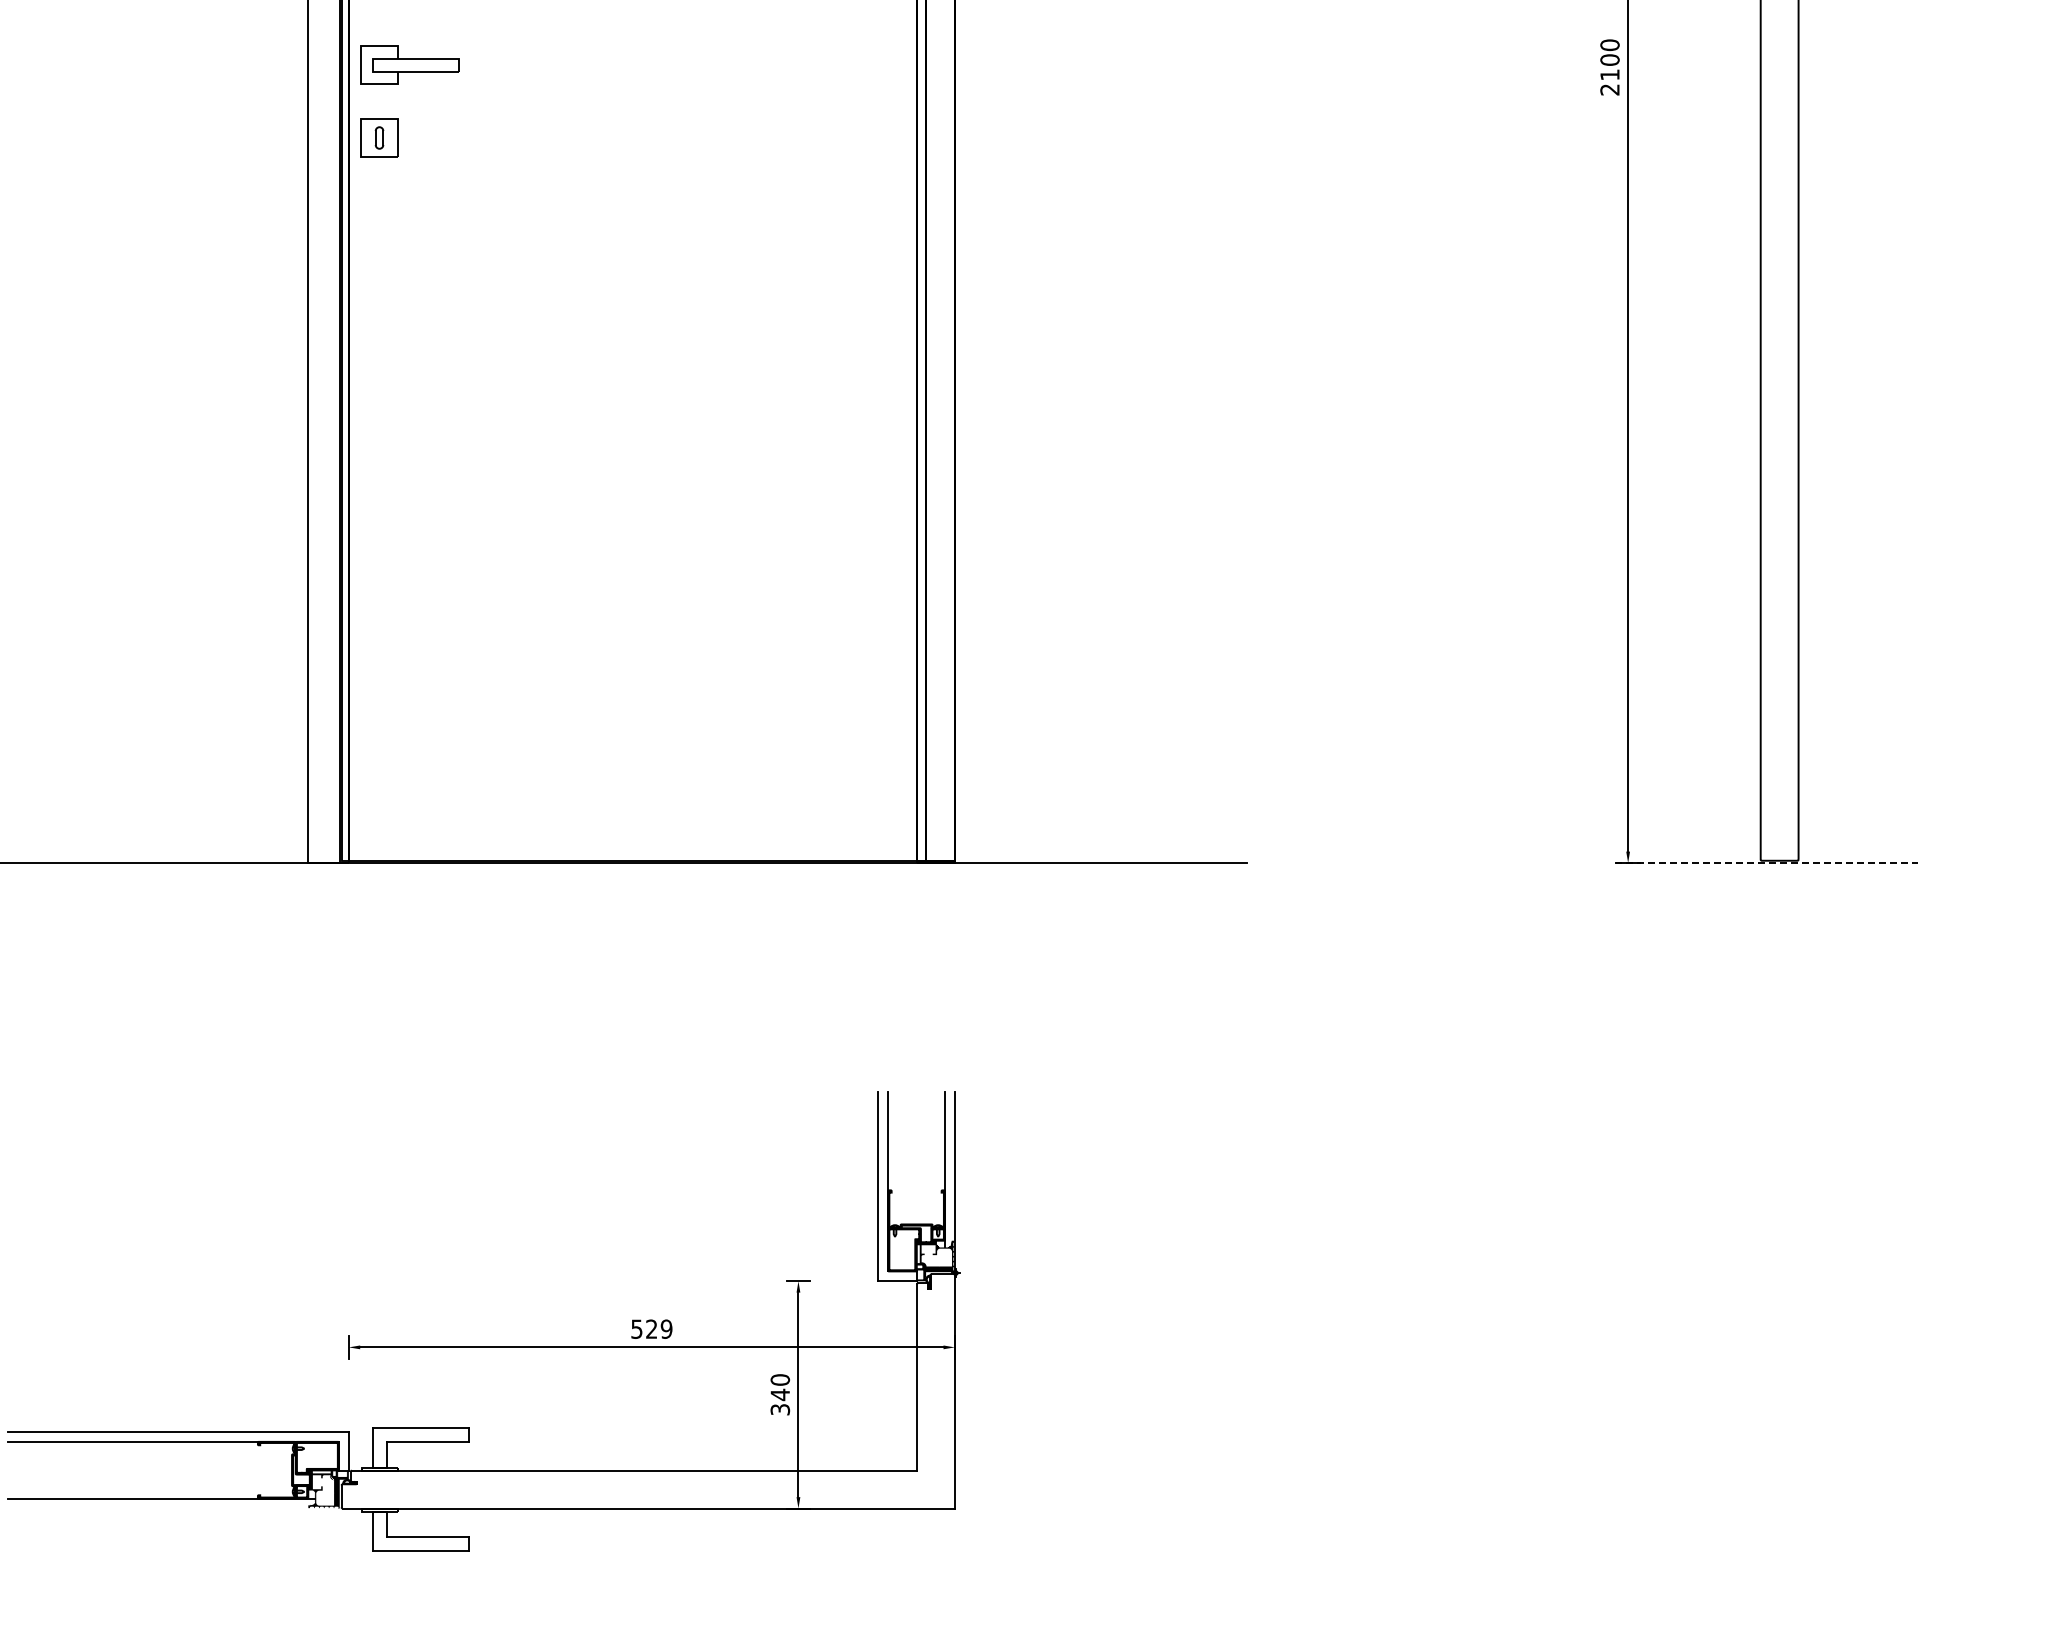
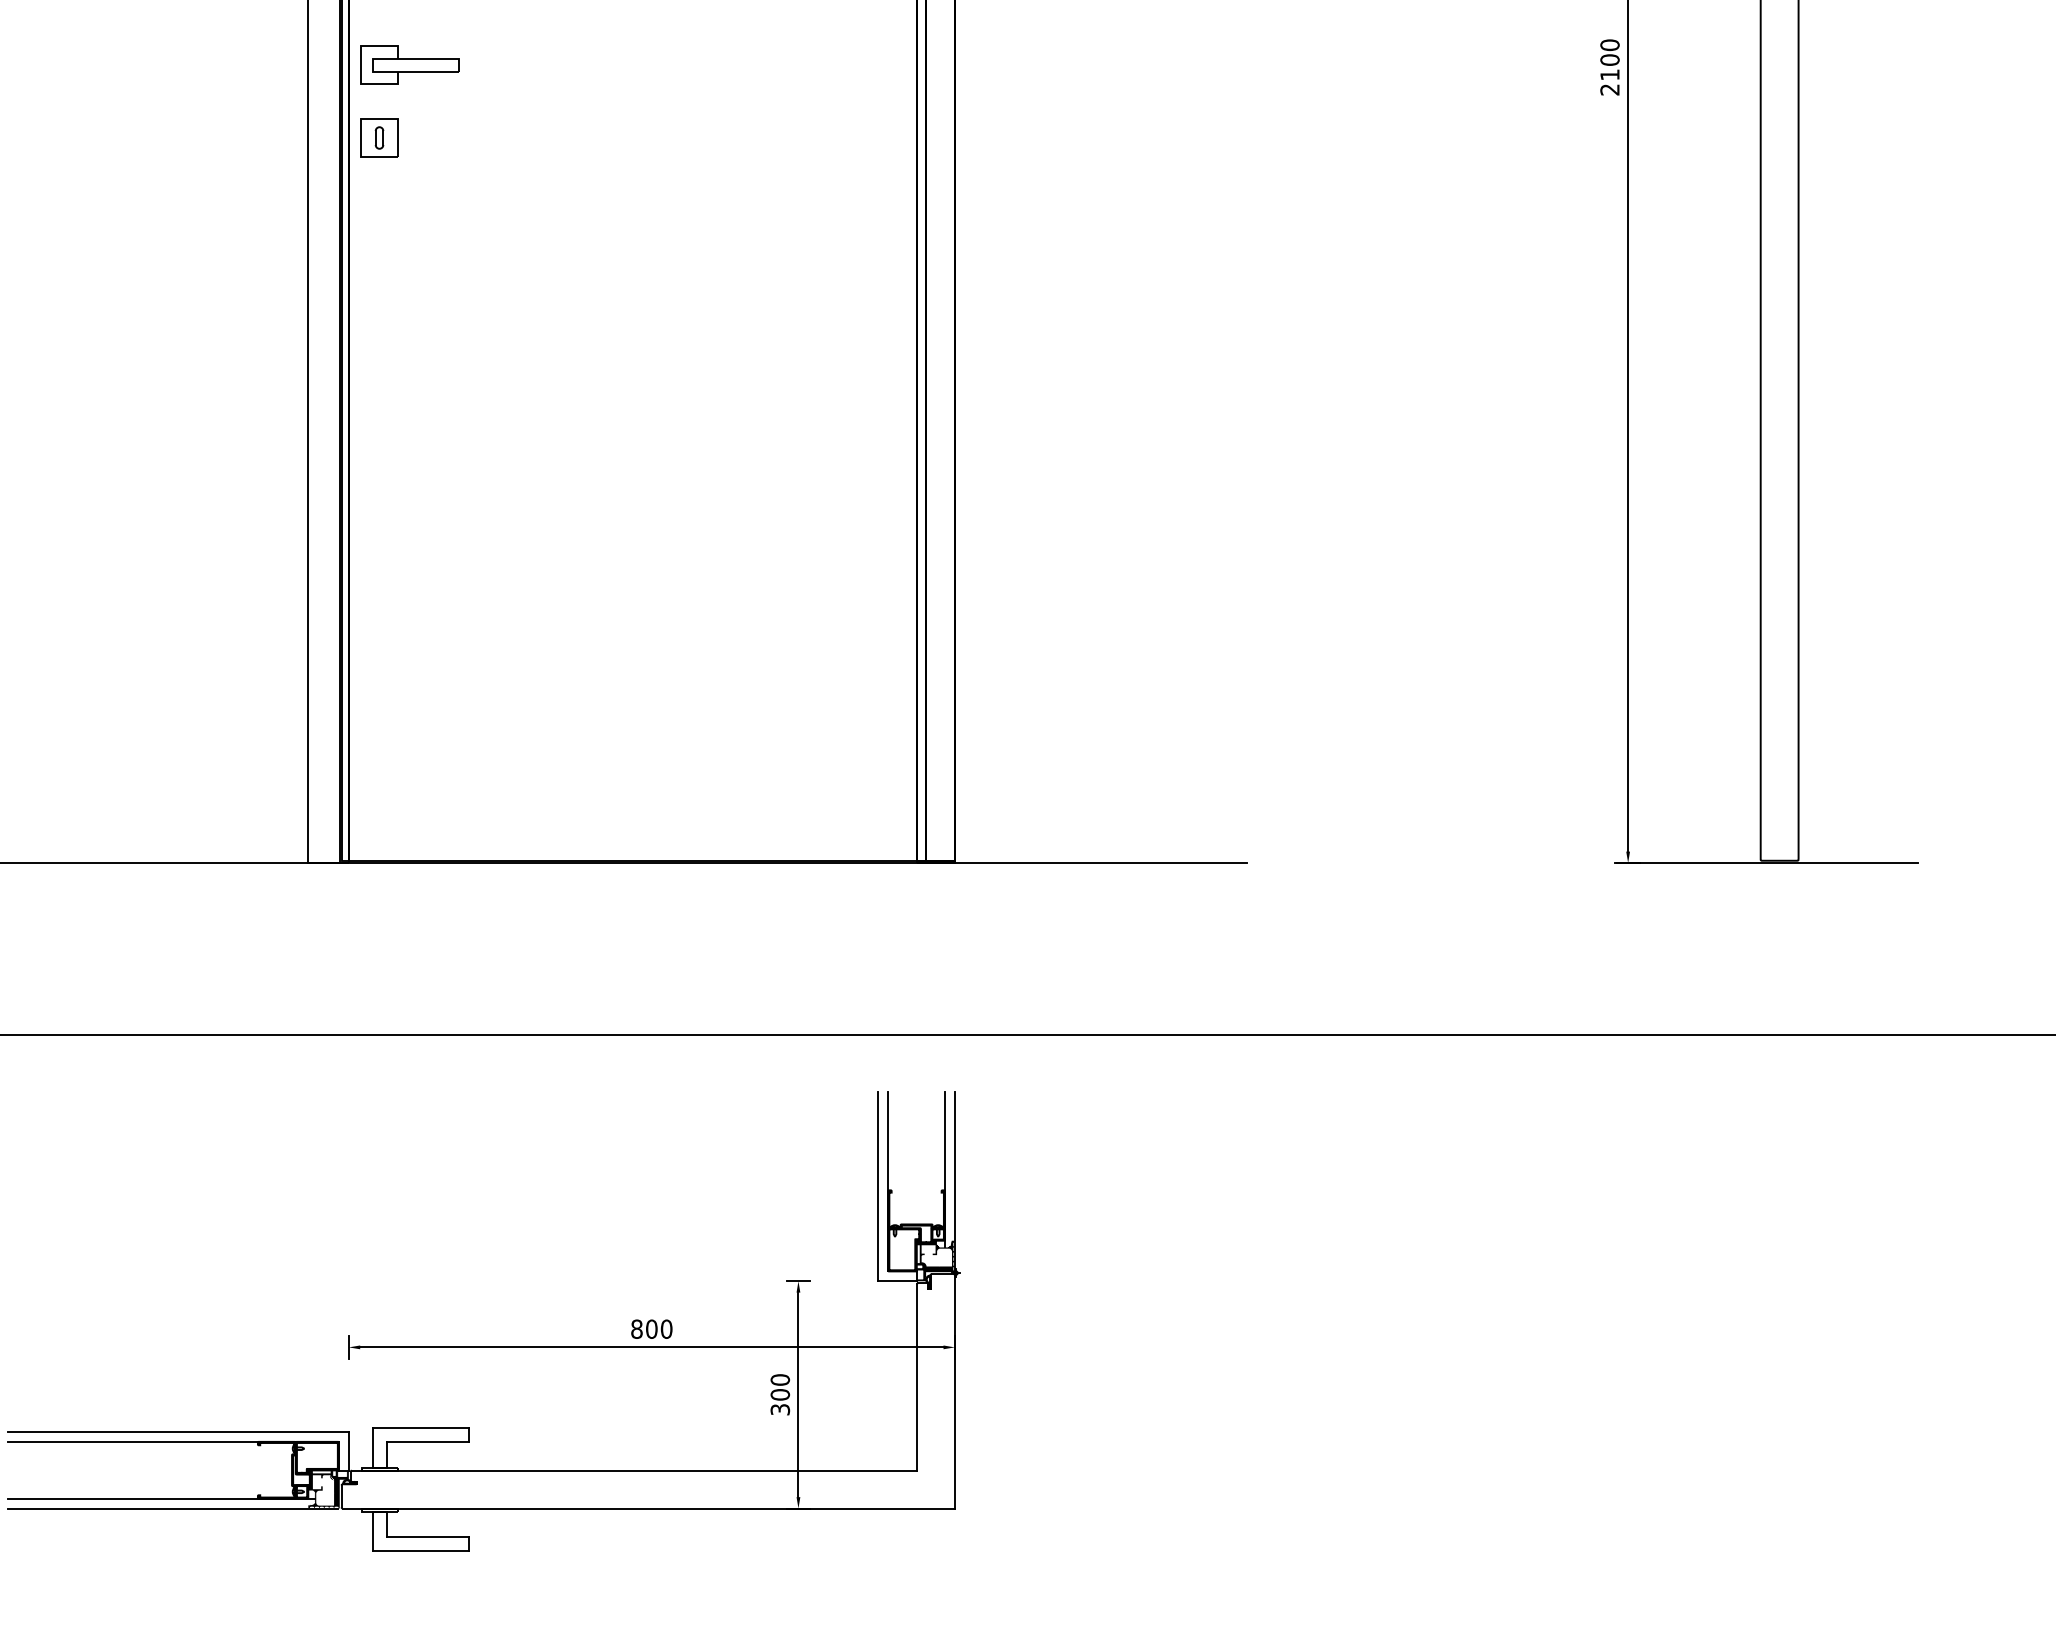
line at (1766, 863): dashed -> solid
line at (1027, 1035): none -> present
text at (651, 1328): 529 -> 800
text at (780, 1394): 340 -> 300
line at (172, 1508): none -> present
